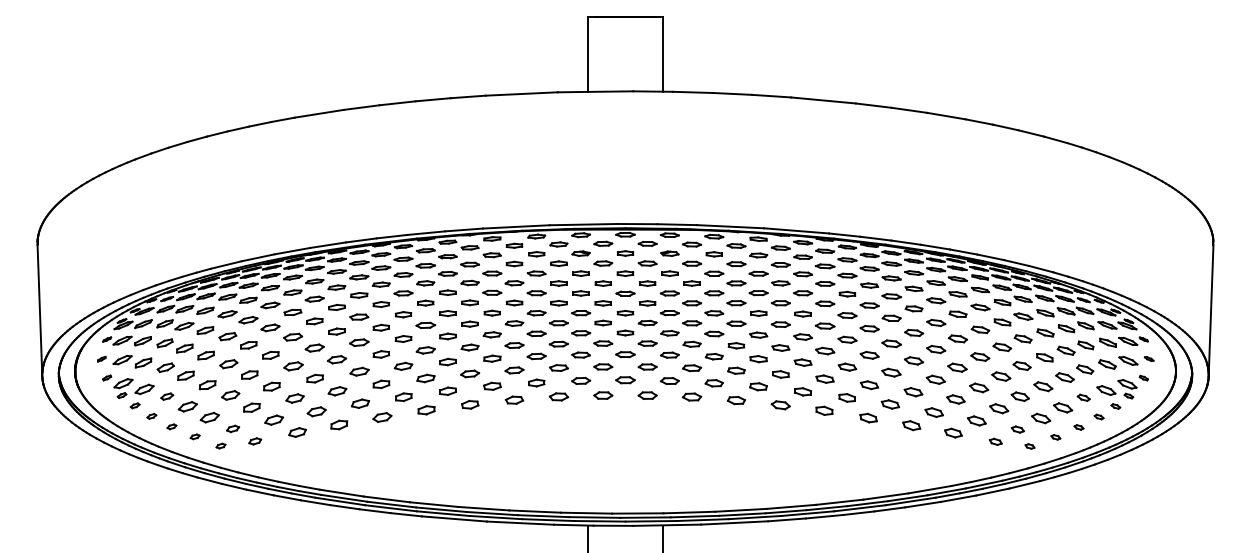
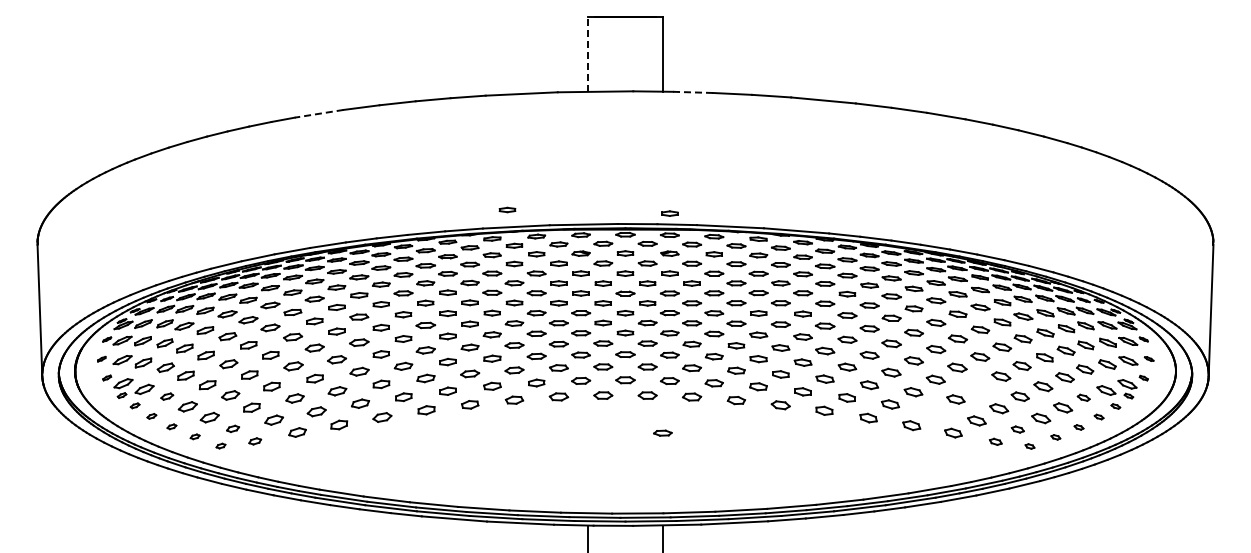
line at (588, 53): solid -> dashed
line at (693, 92): solid -> dashed
line at (319, 113): solid -> dashed
part at (507, 209): none -> present
part at (669, 213): none -> present
part at (979, 387): present -> none
part at (933, 412): present -> none
part at (662, 432): none -> present
